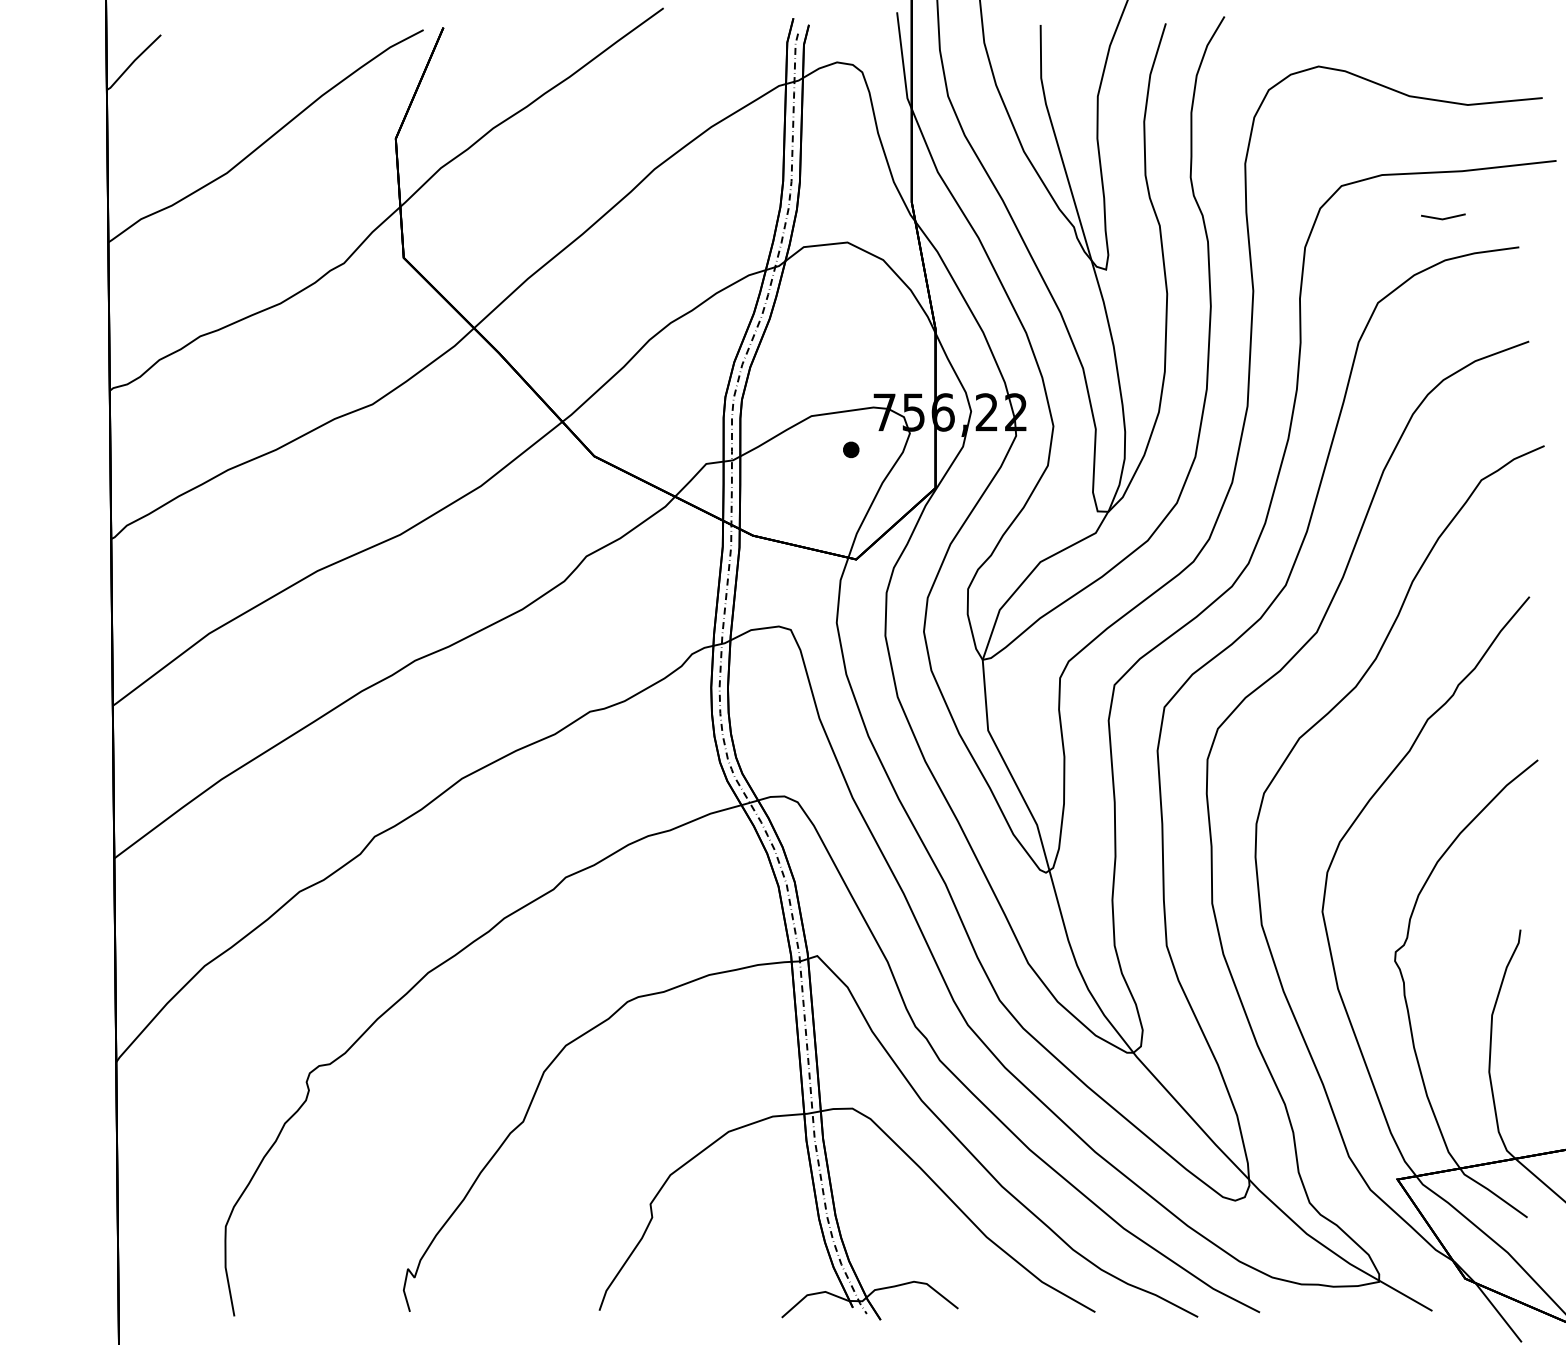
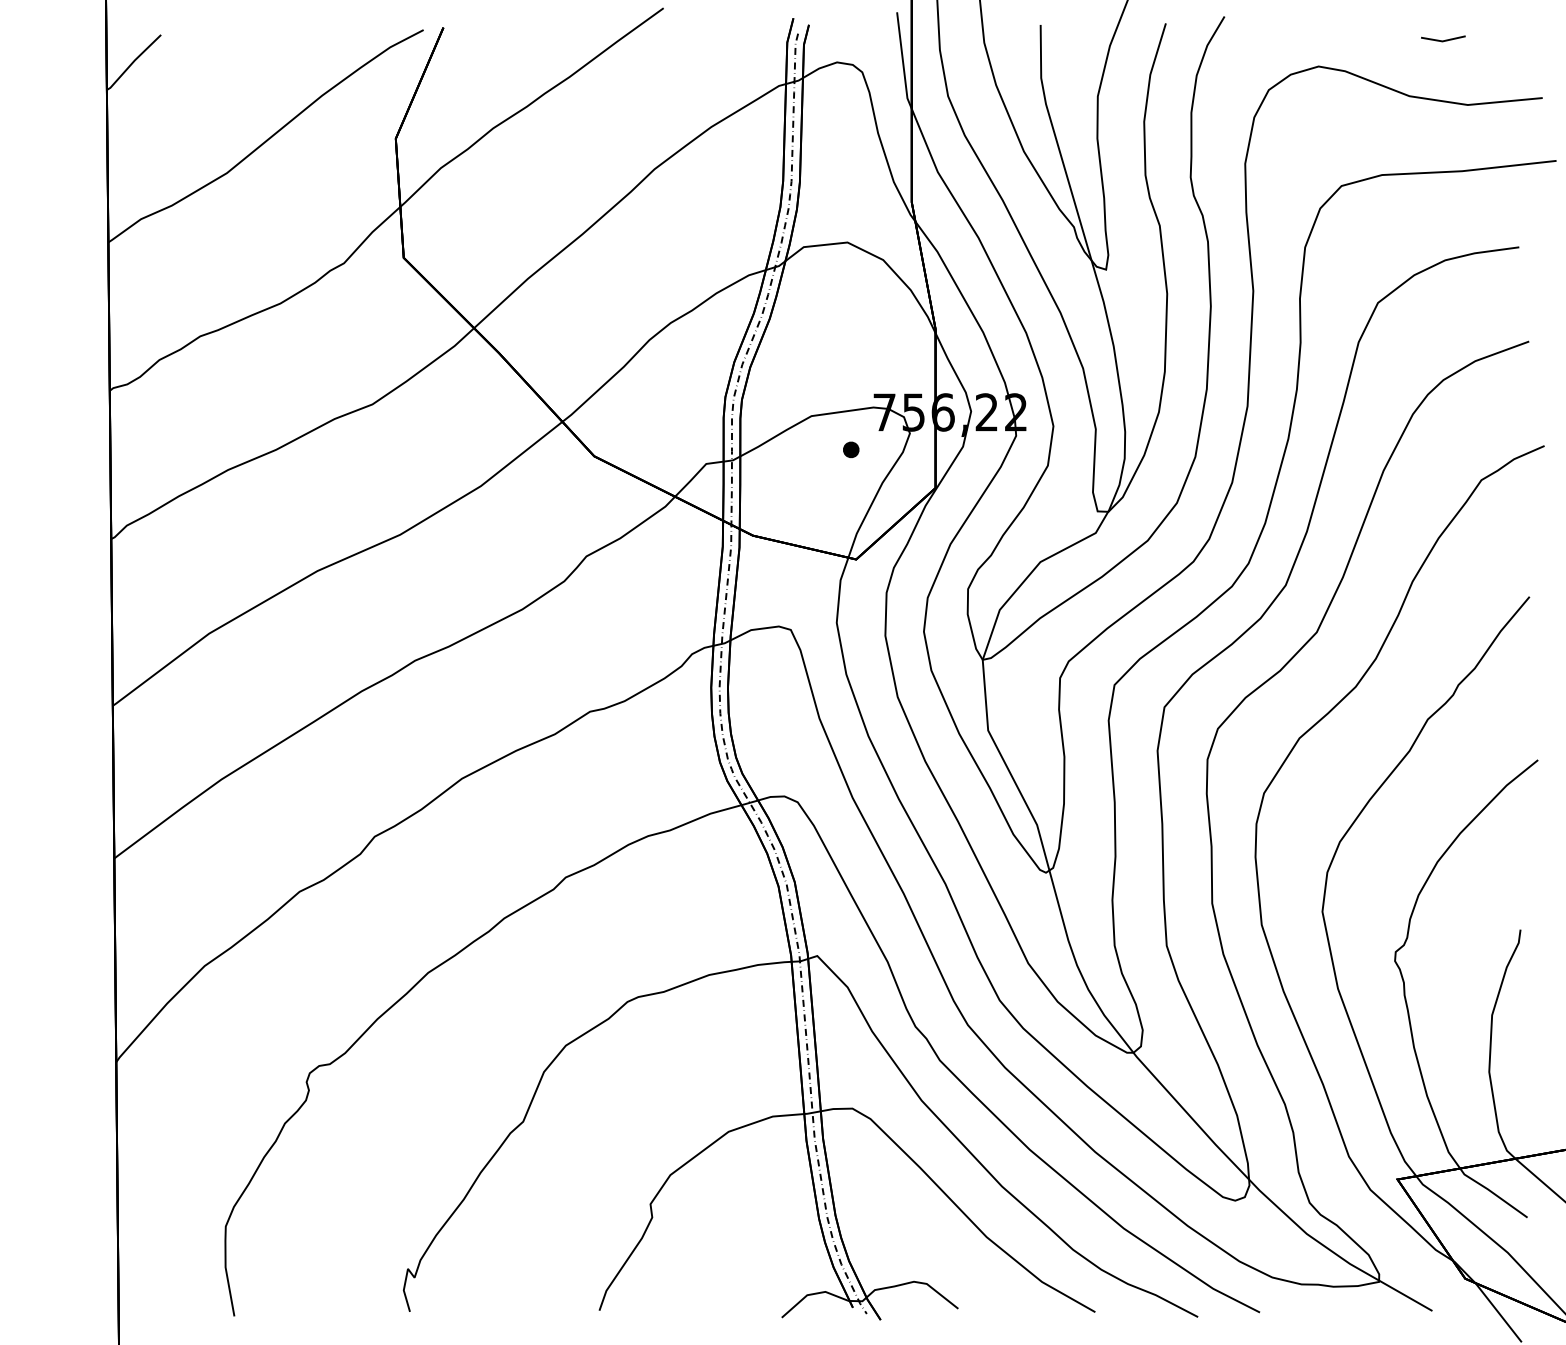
line at (1443, 218) position: (1443, 218) -> (1443, 40)
